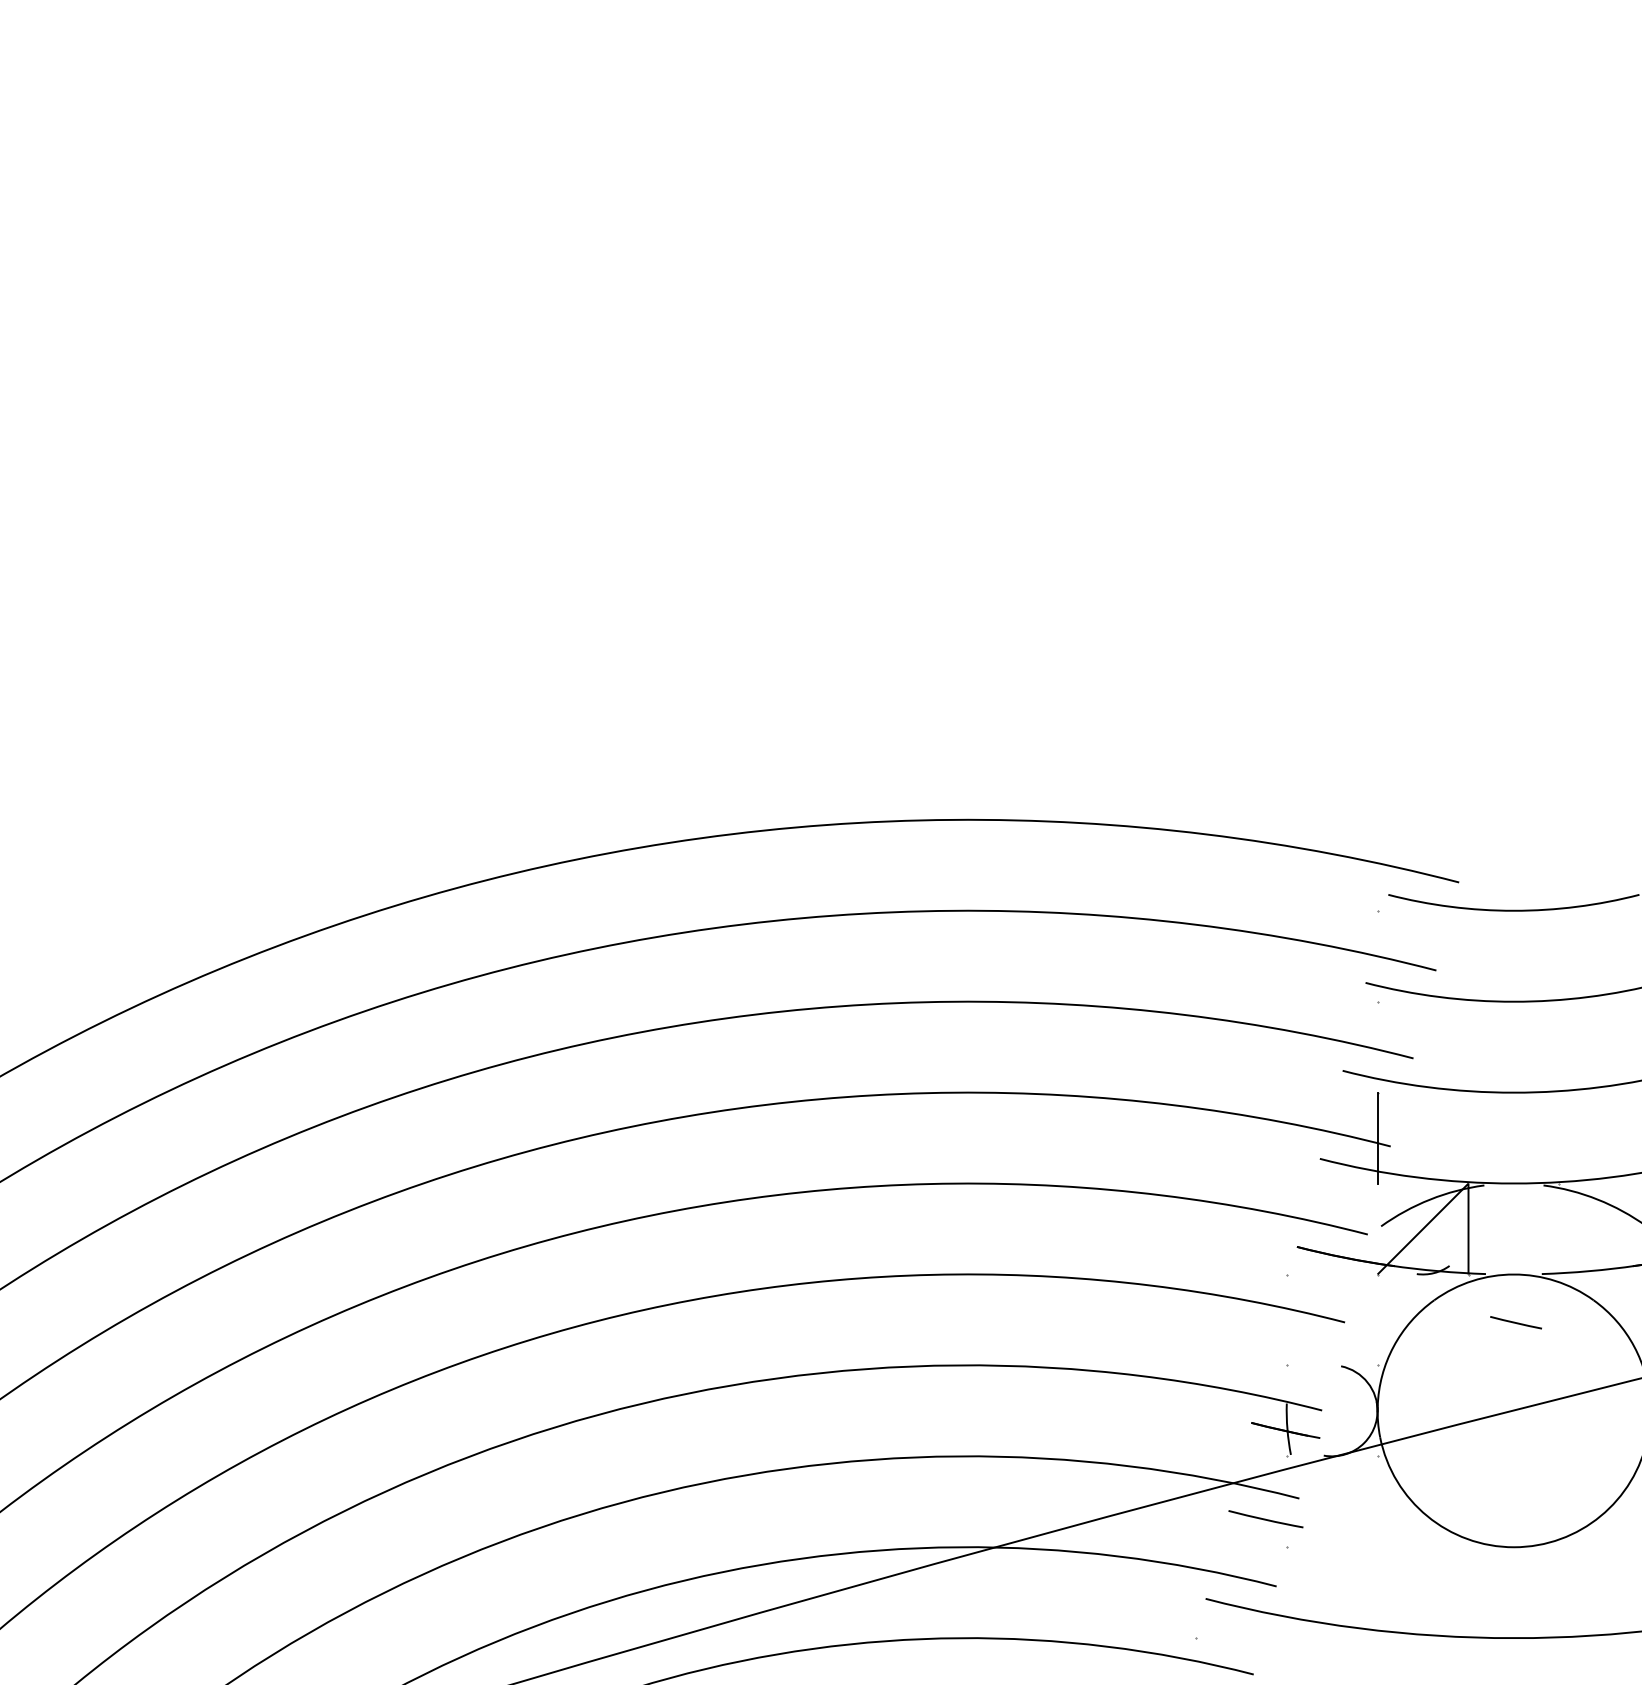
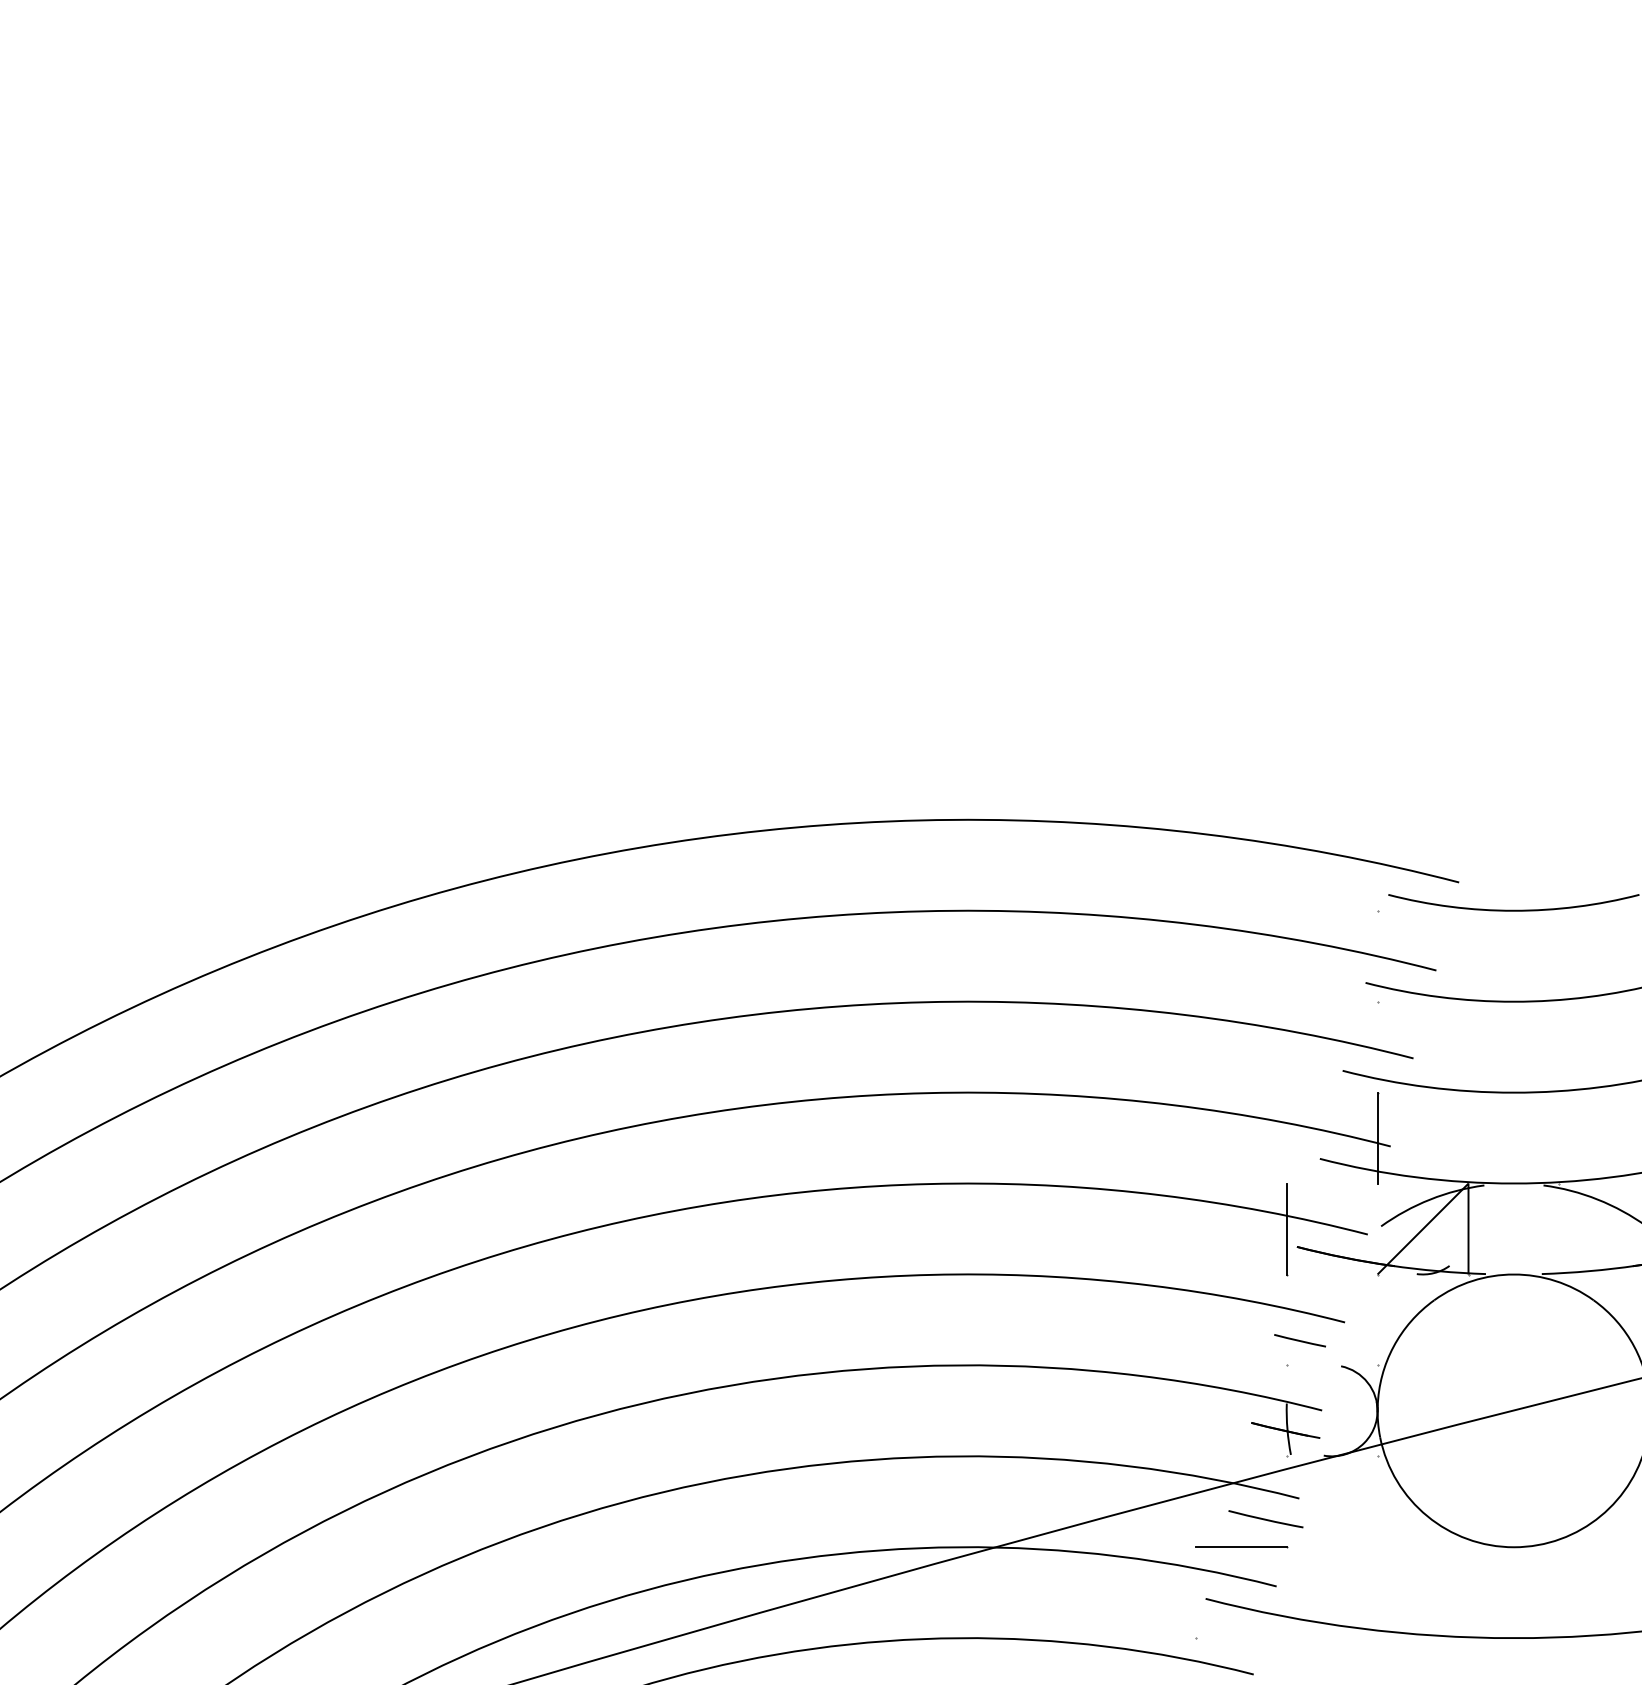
line at (1286, 1228): none -> present
line at (1515, 1322) position: (1515, 1322) -> (1299, 1340)
line at (1240, 1547): none -> present
